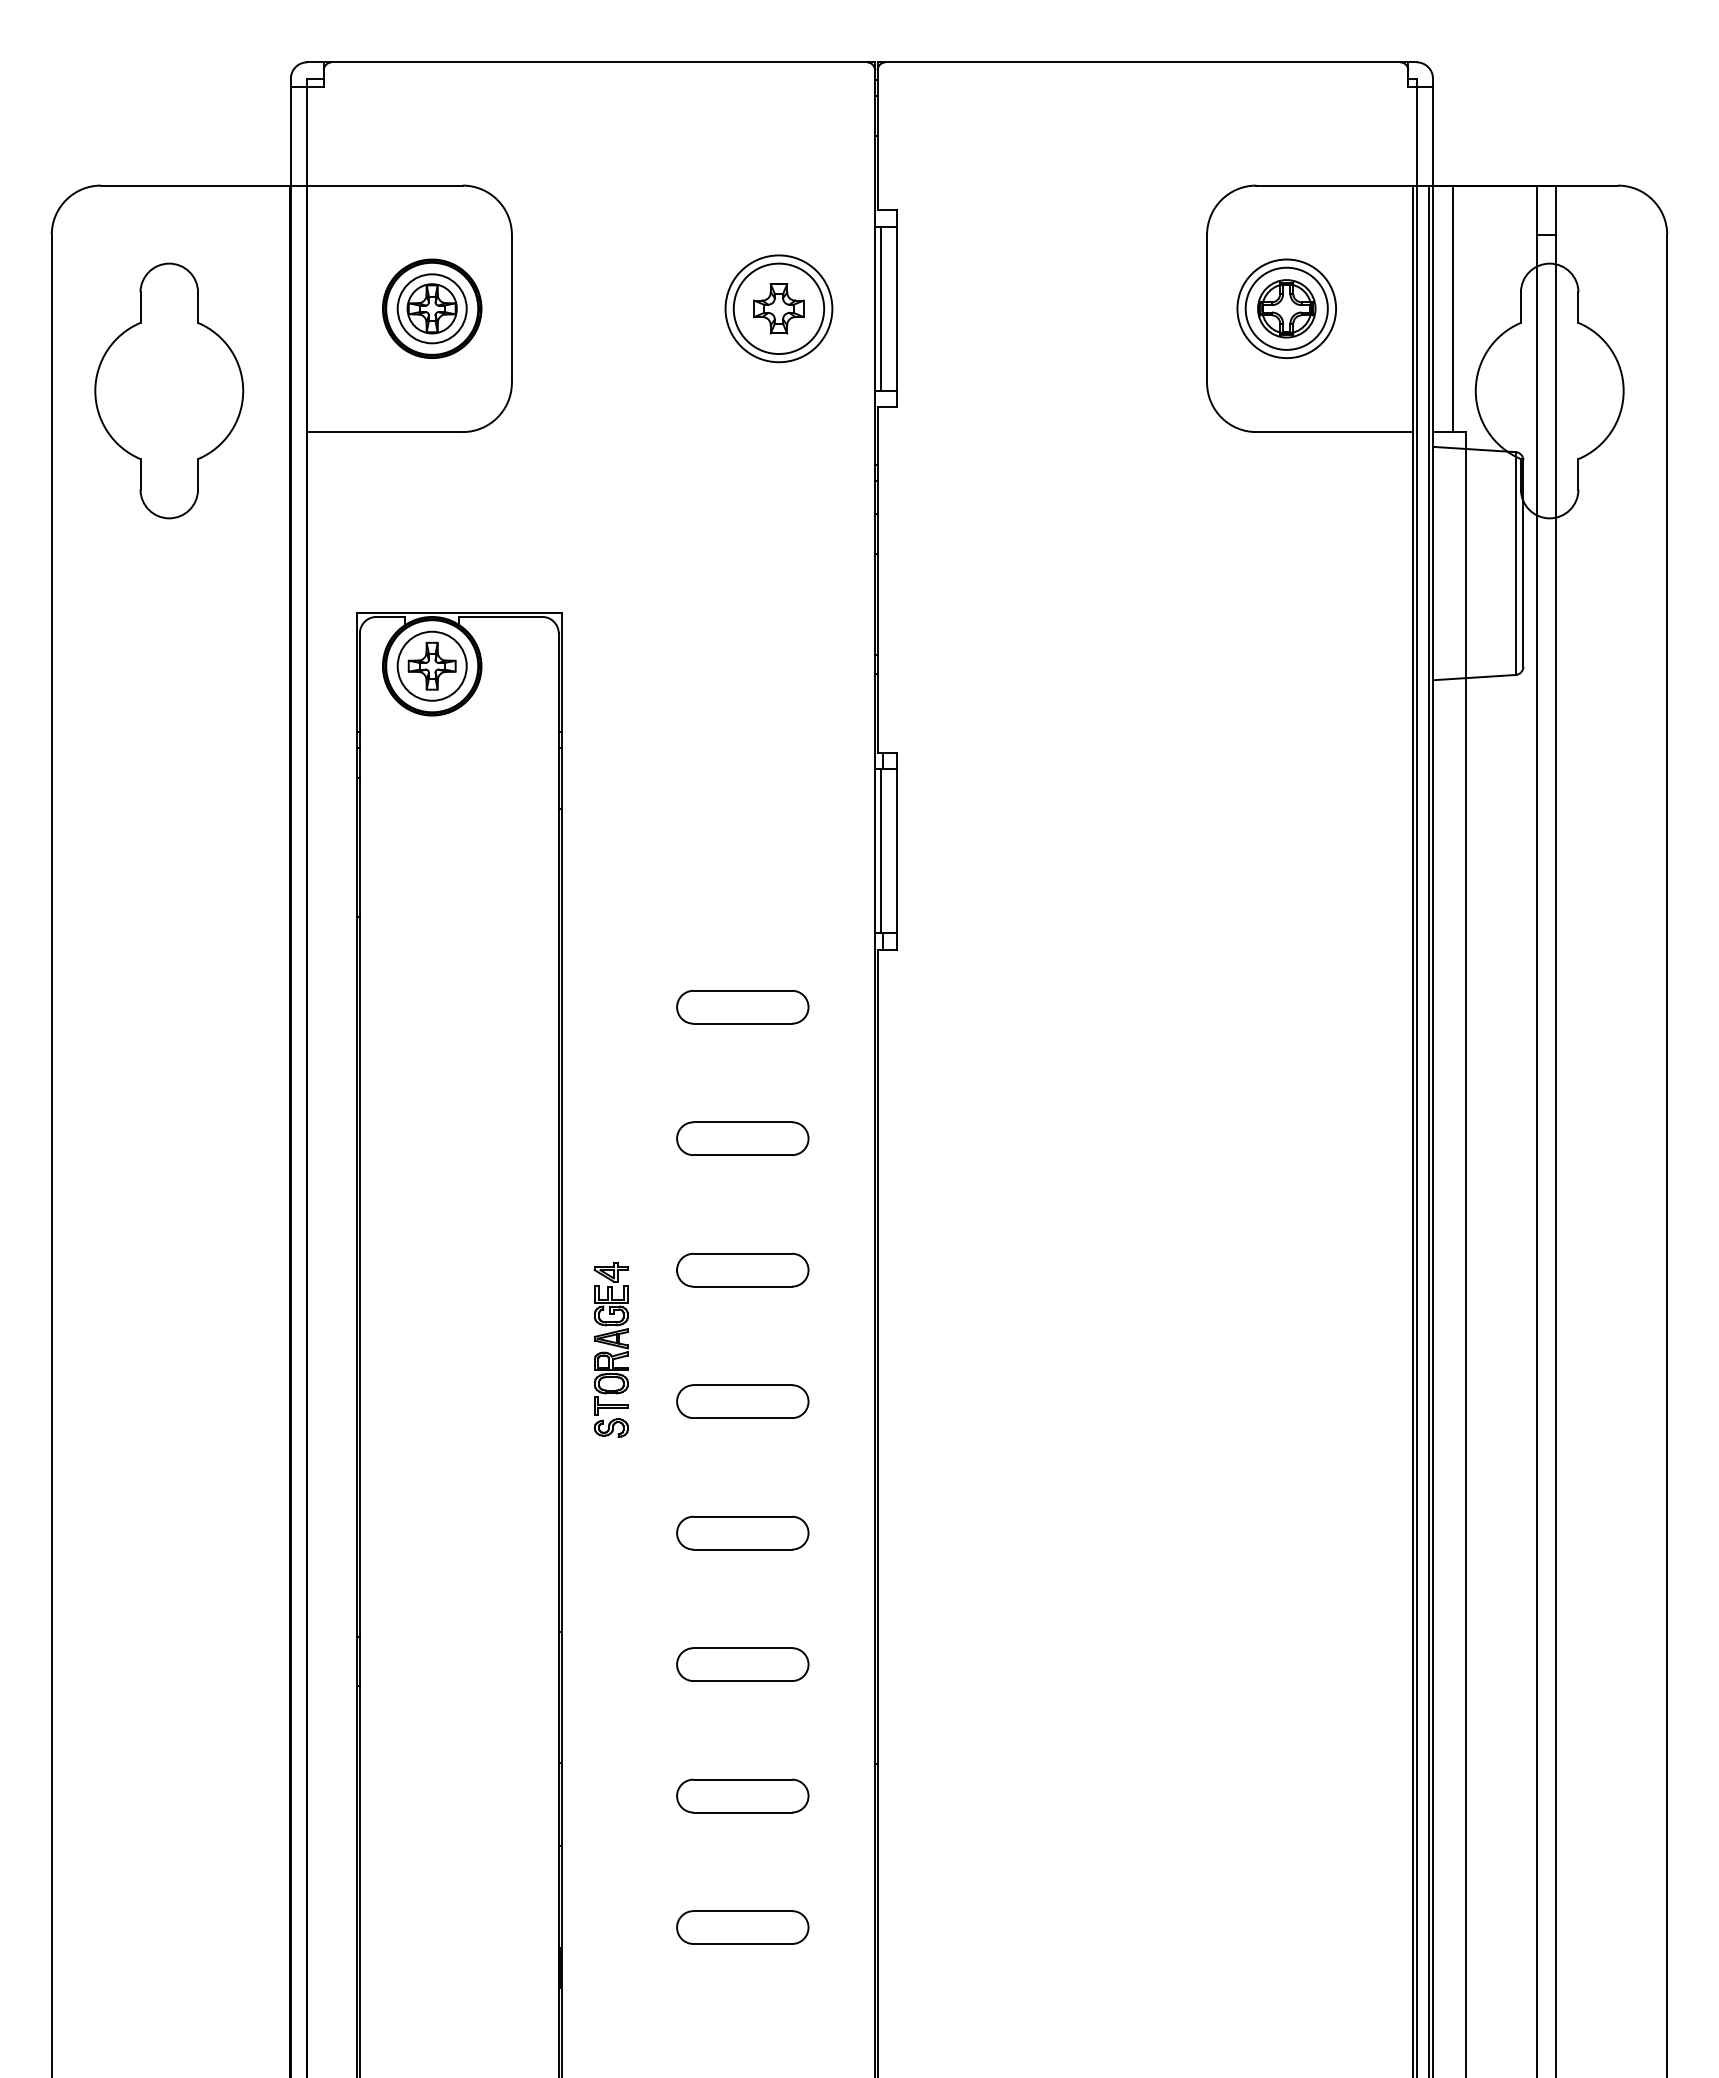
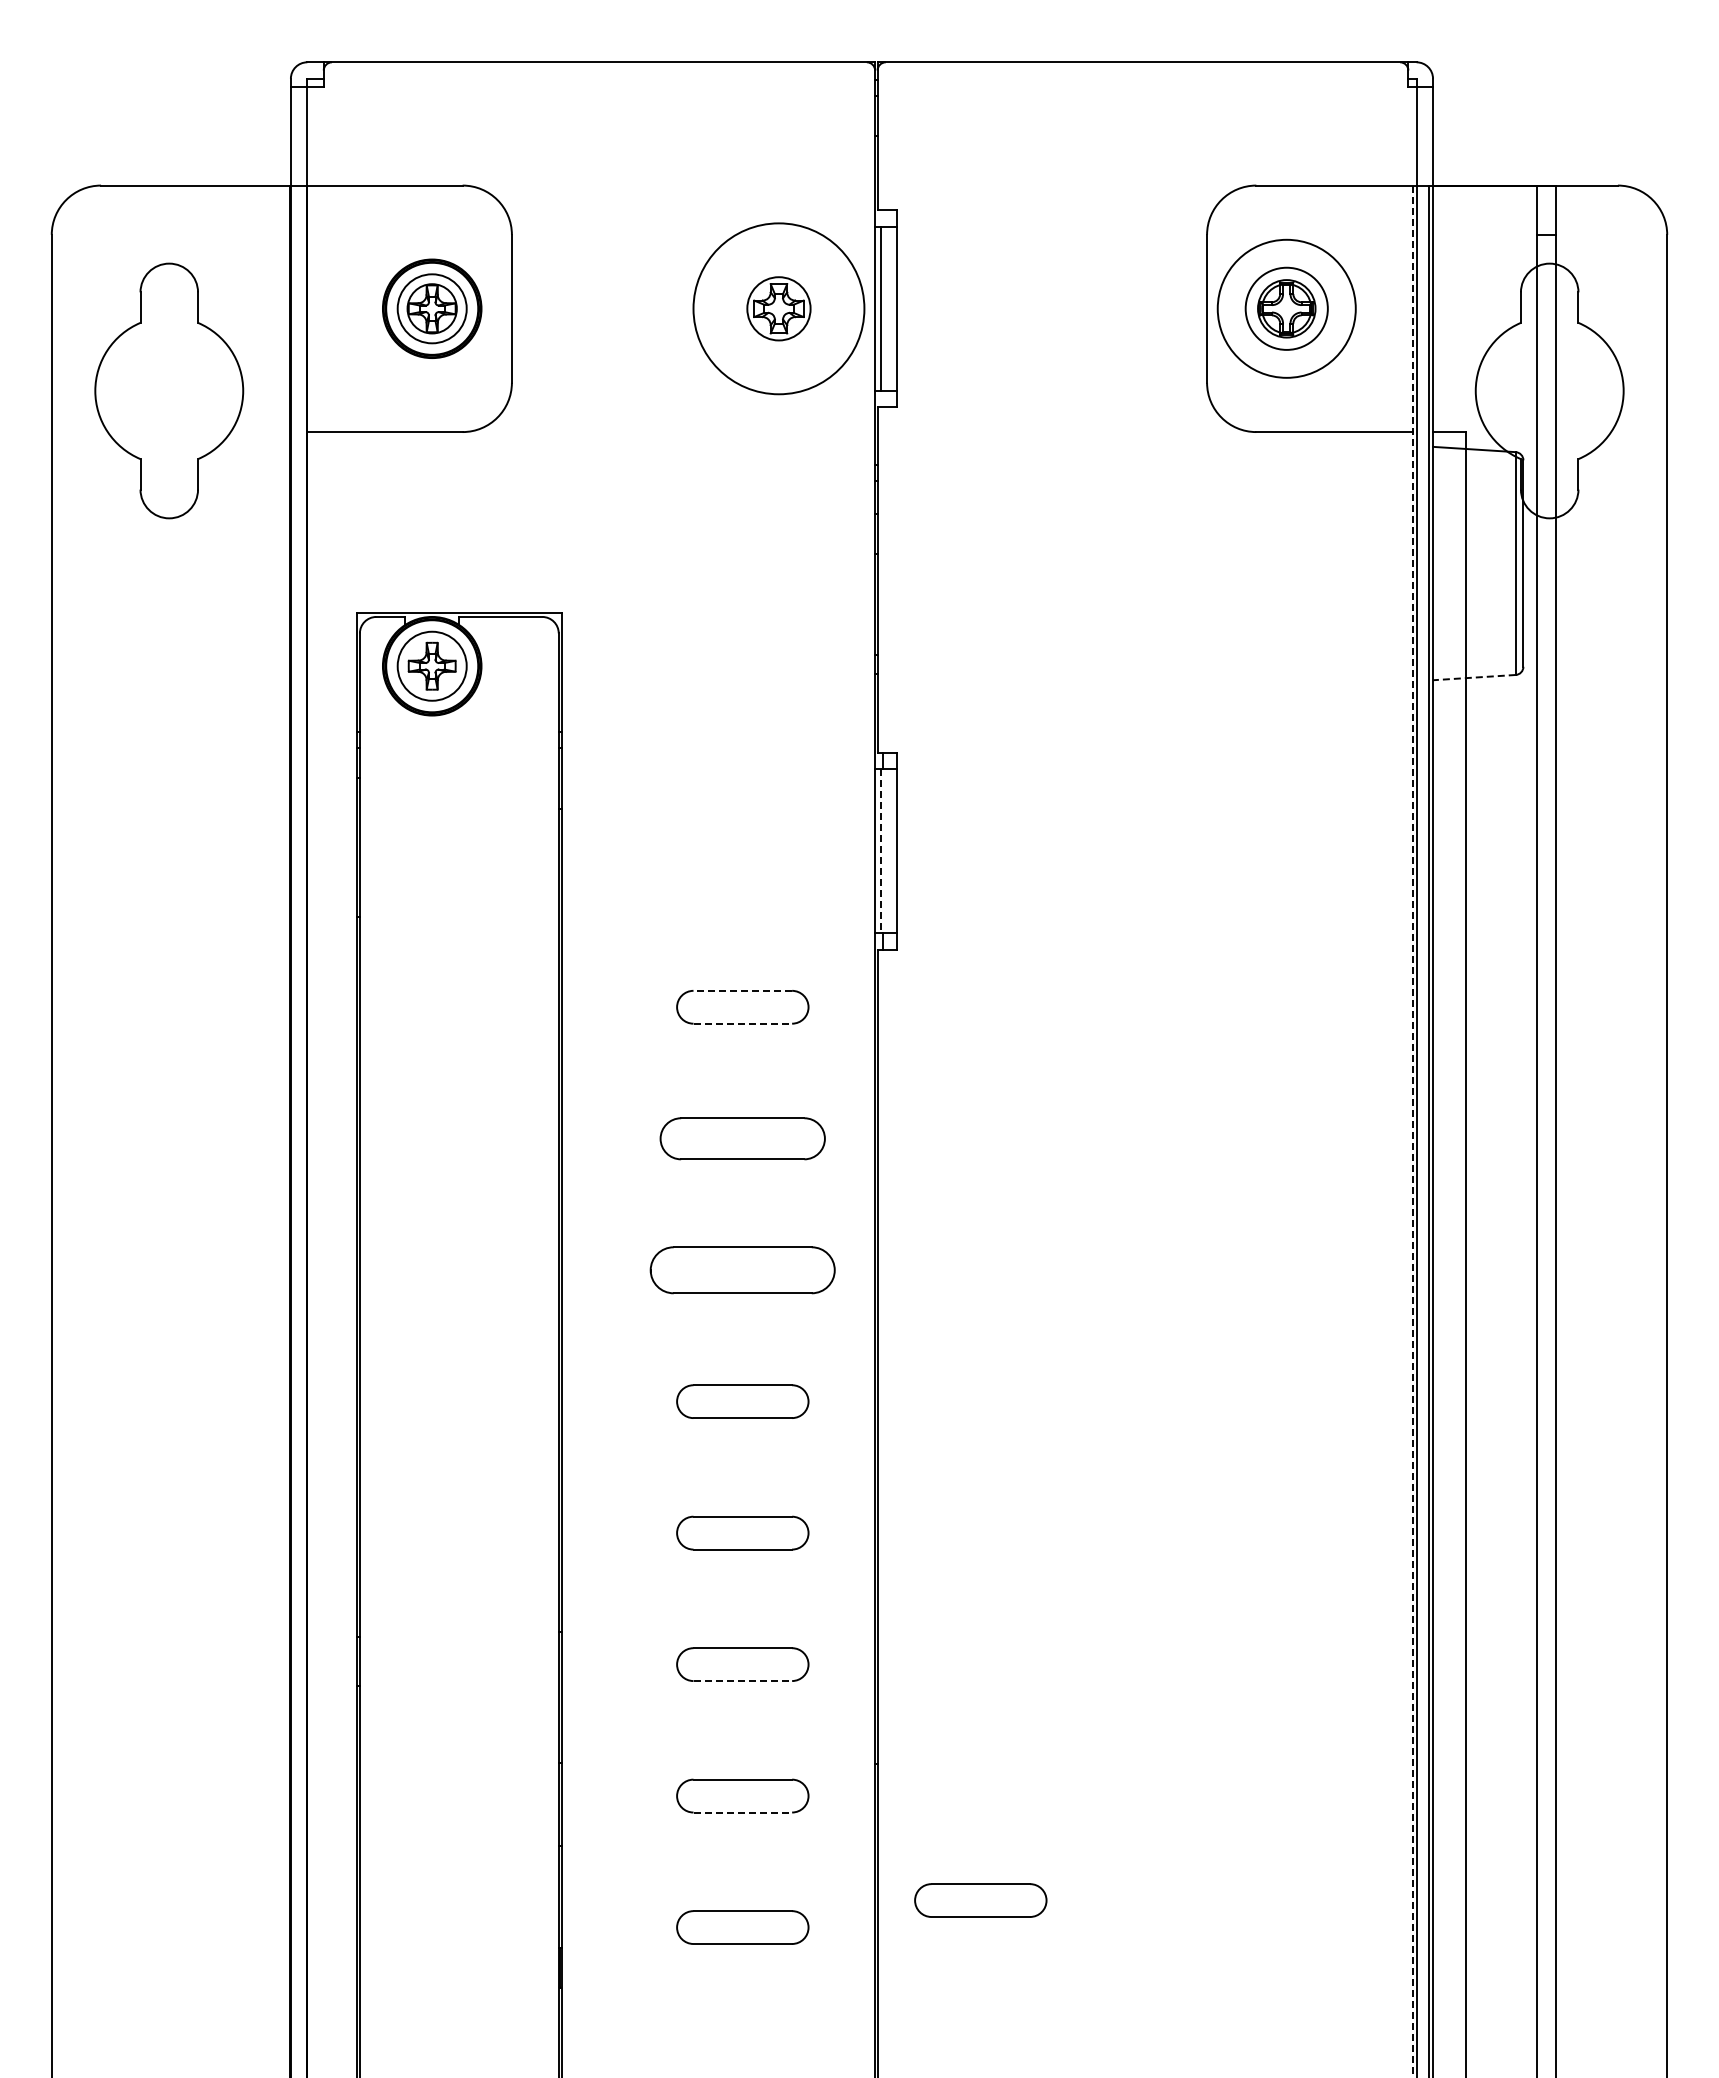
circle at (778, 308) diameter: 107 px -> 171 px
circle at (778, 308) diameter: 90 px -> 63 px
circle at (1286, 308) diameter: 99 px -> 138 px
line at (1452, 308): present -> none
line at (1473, 677): solid -> dashed
line at (880, 851): solid -> dashed
line at (742, 990): solid -> dashed
line at (743, 1023): solid -> dashed
line at (1412, 1131): solid -> dashed
part at (742, 1138) size: 134x35 px -> 167x44 px
part at (742, 1269) size: 134x36 px -> 187x49 px
part at (610, 1349): present -> none
line at (743, 1681): solid -> dashed
line at (743, 1812): solid -> dashed
part at (980, 1900): none -> present
